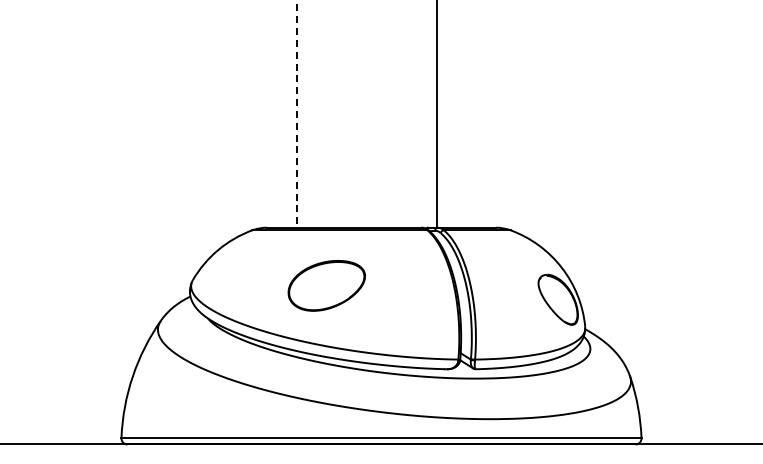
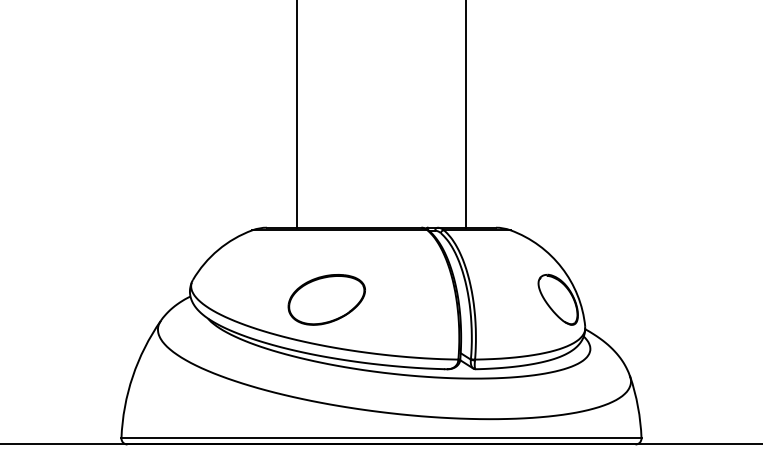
line at (297, 114): dashed -> solid
line at (436, 114) position: (436, 114) -> (465, 114)
part at (326, 285) position: (326, 285) -> (326, 299)
